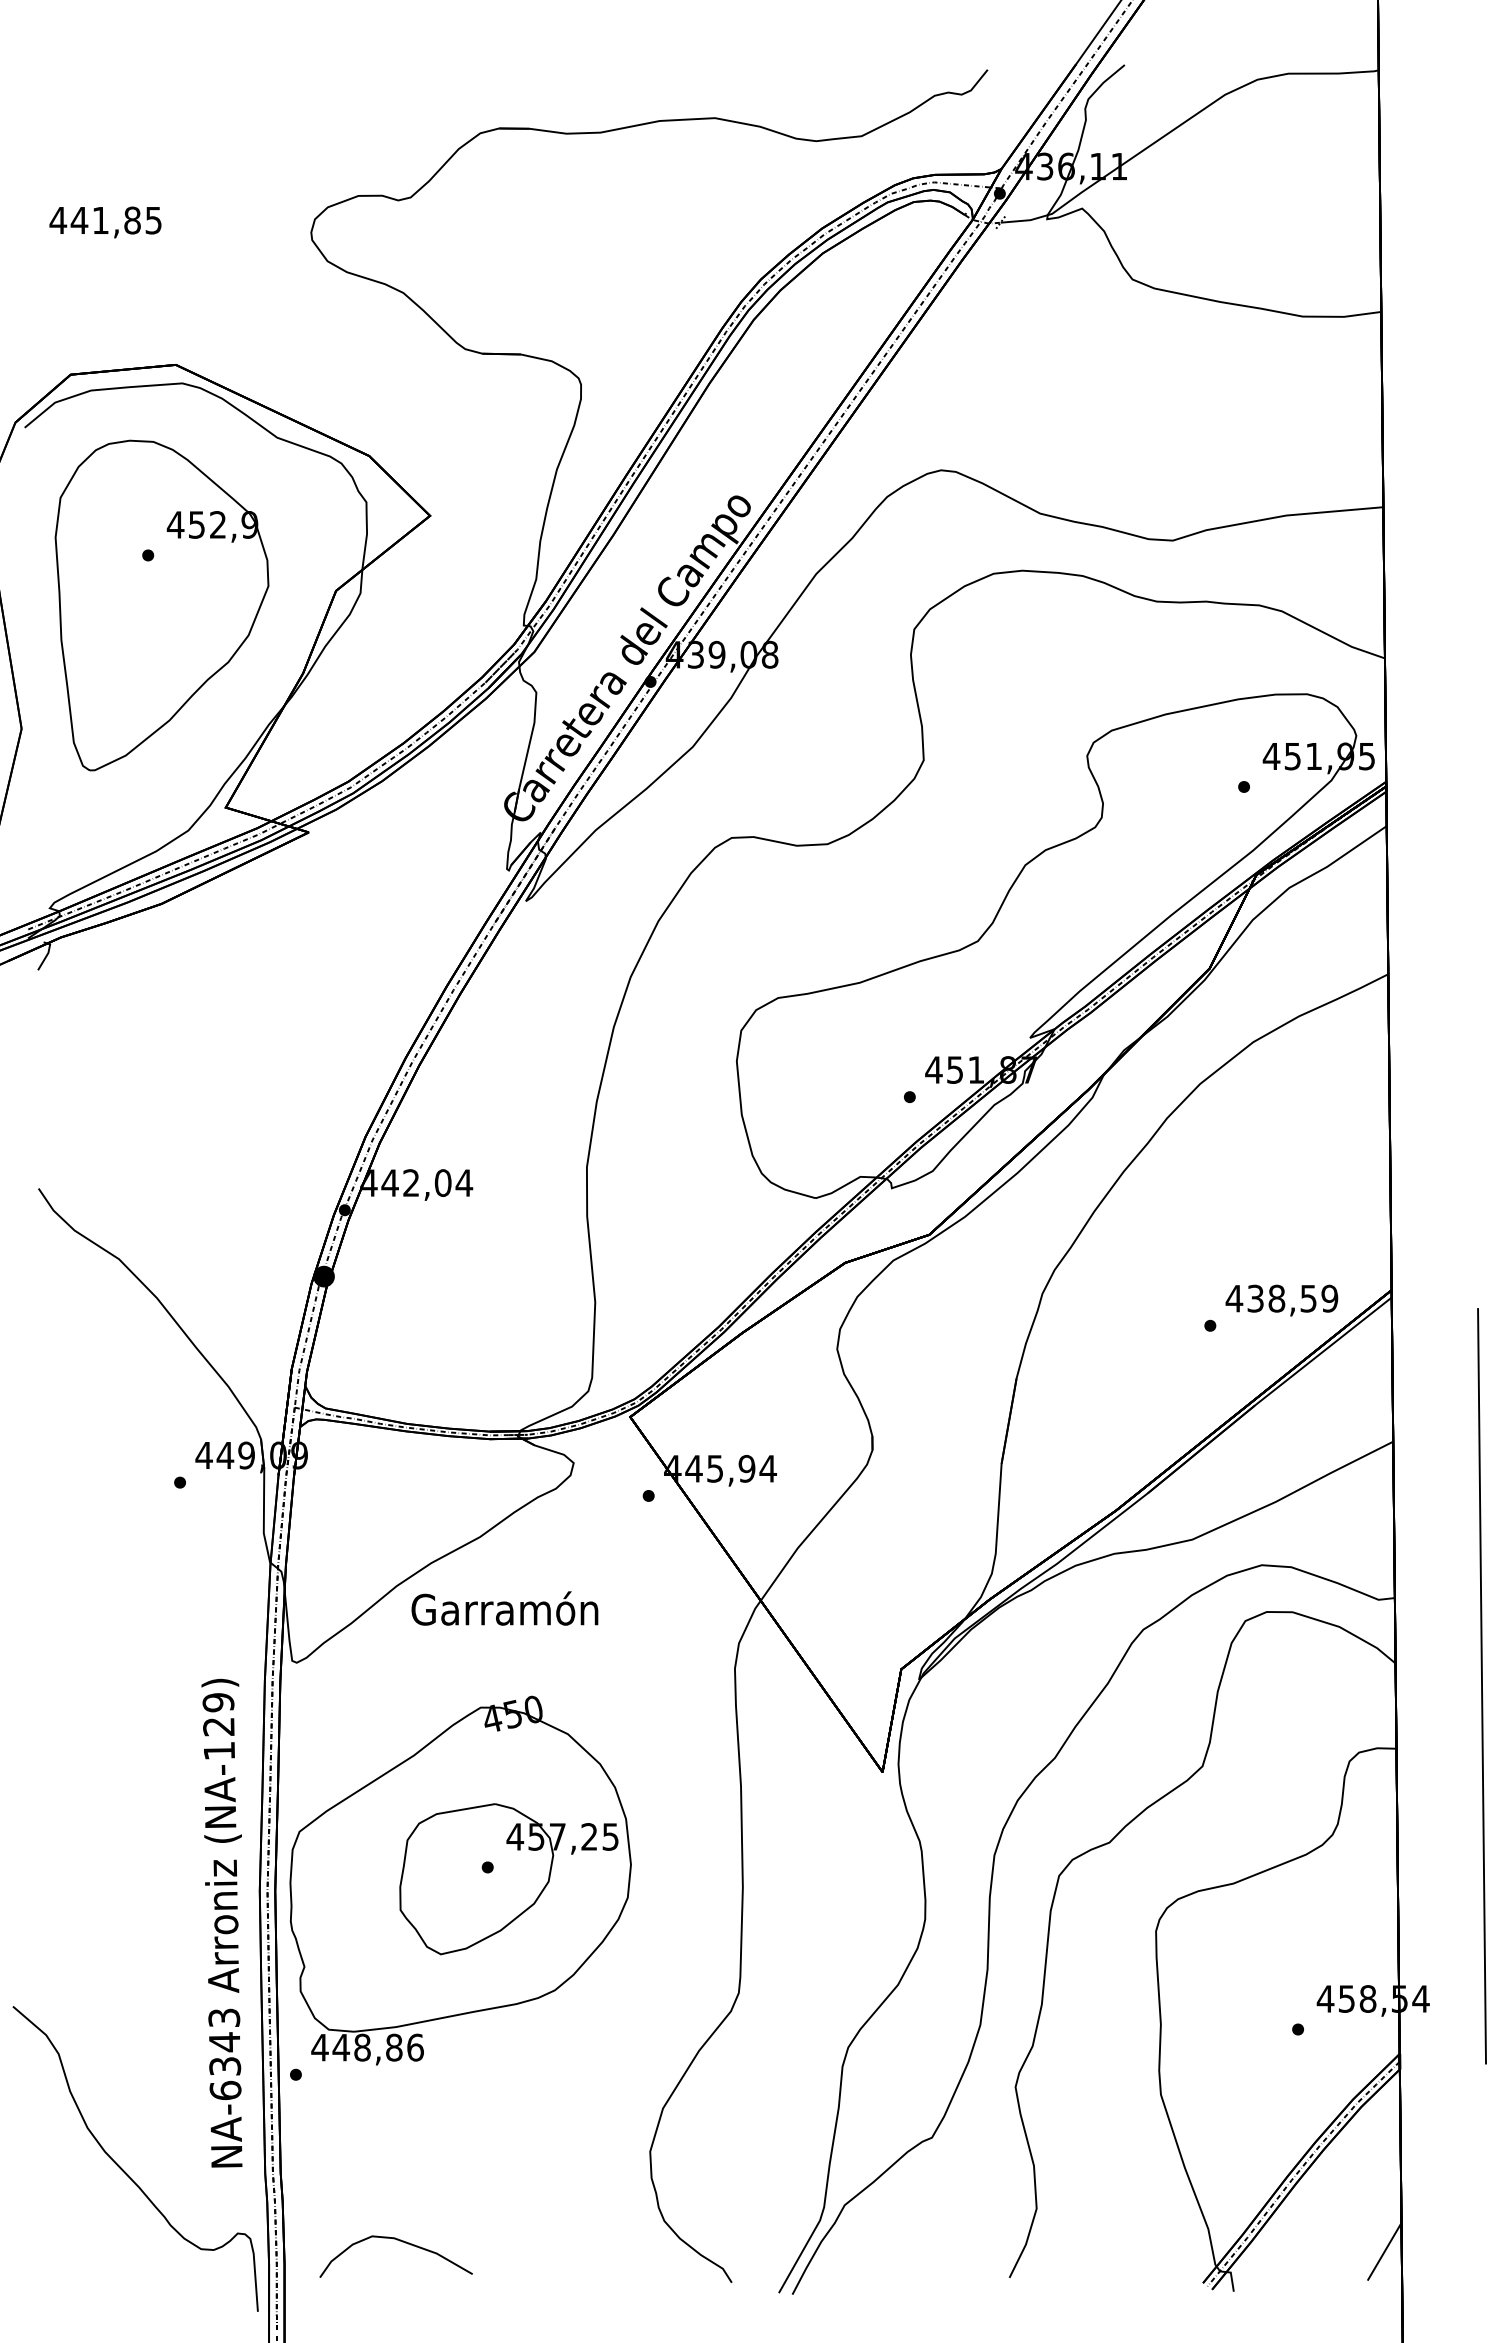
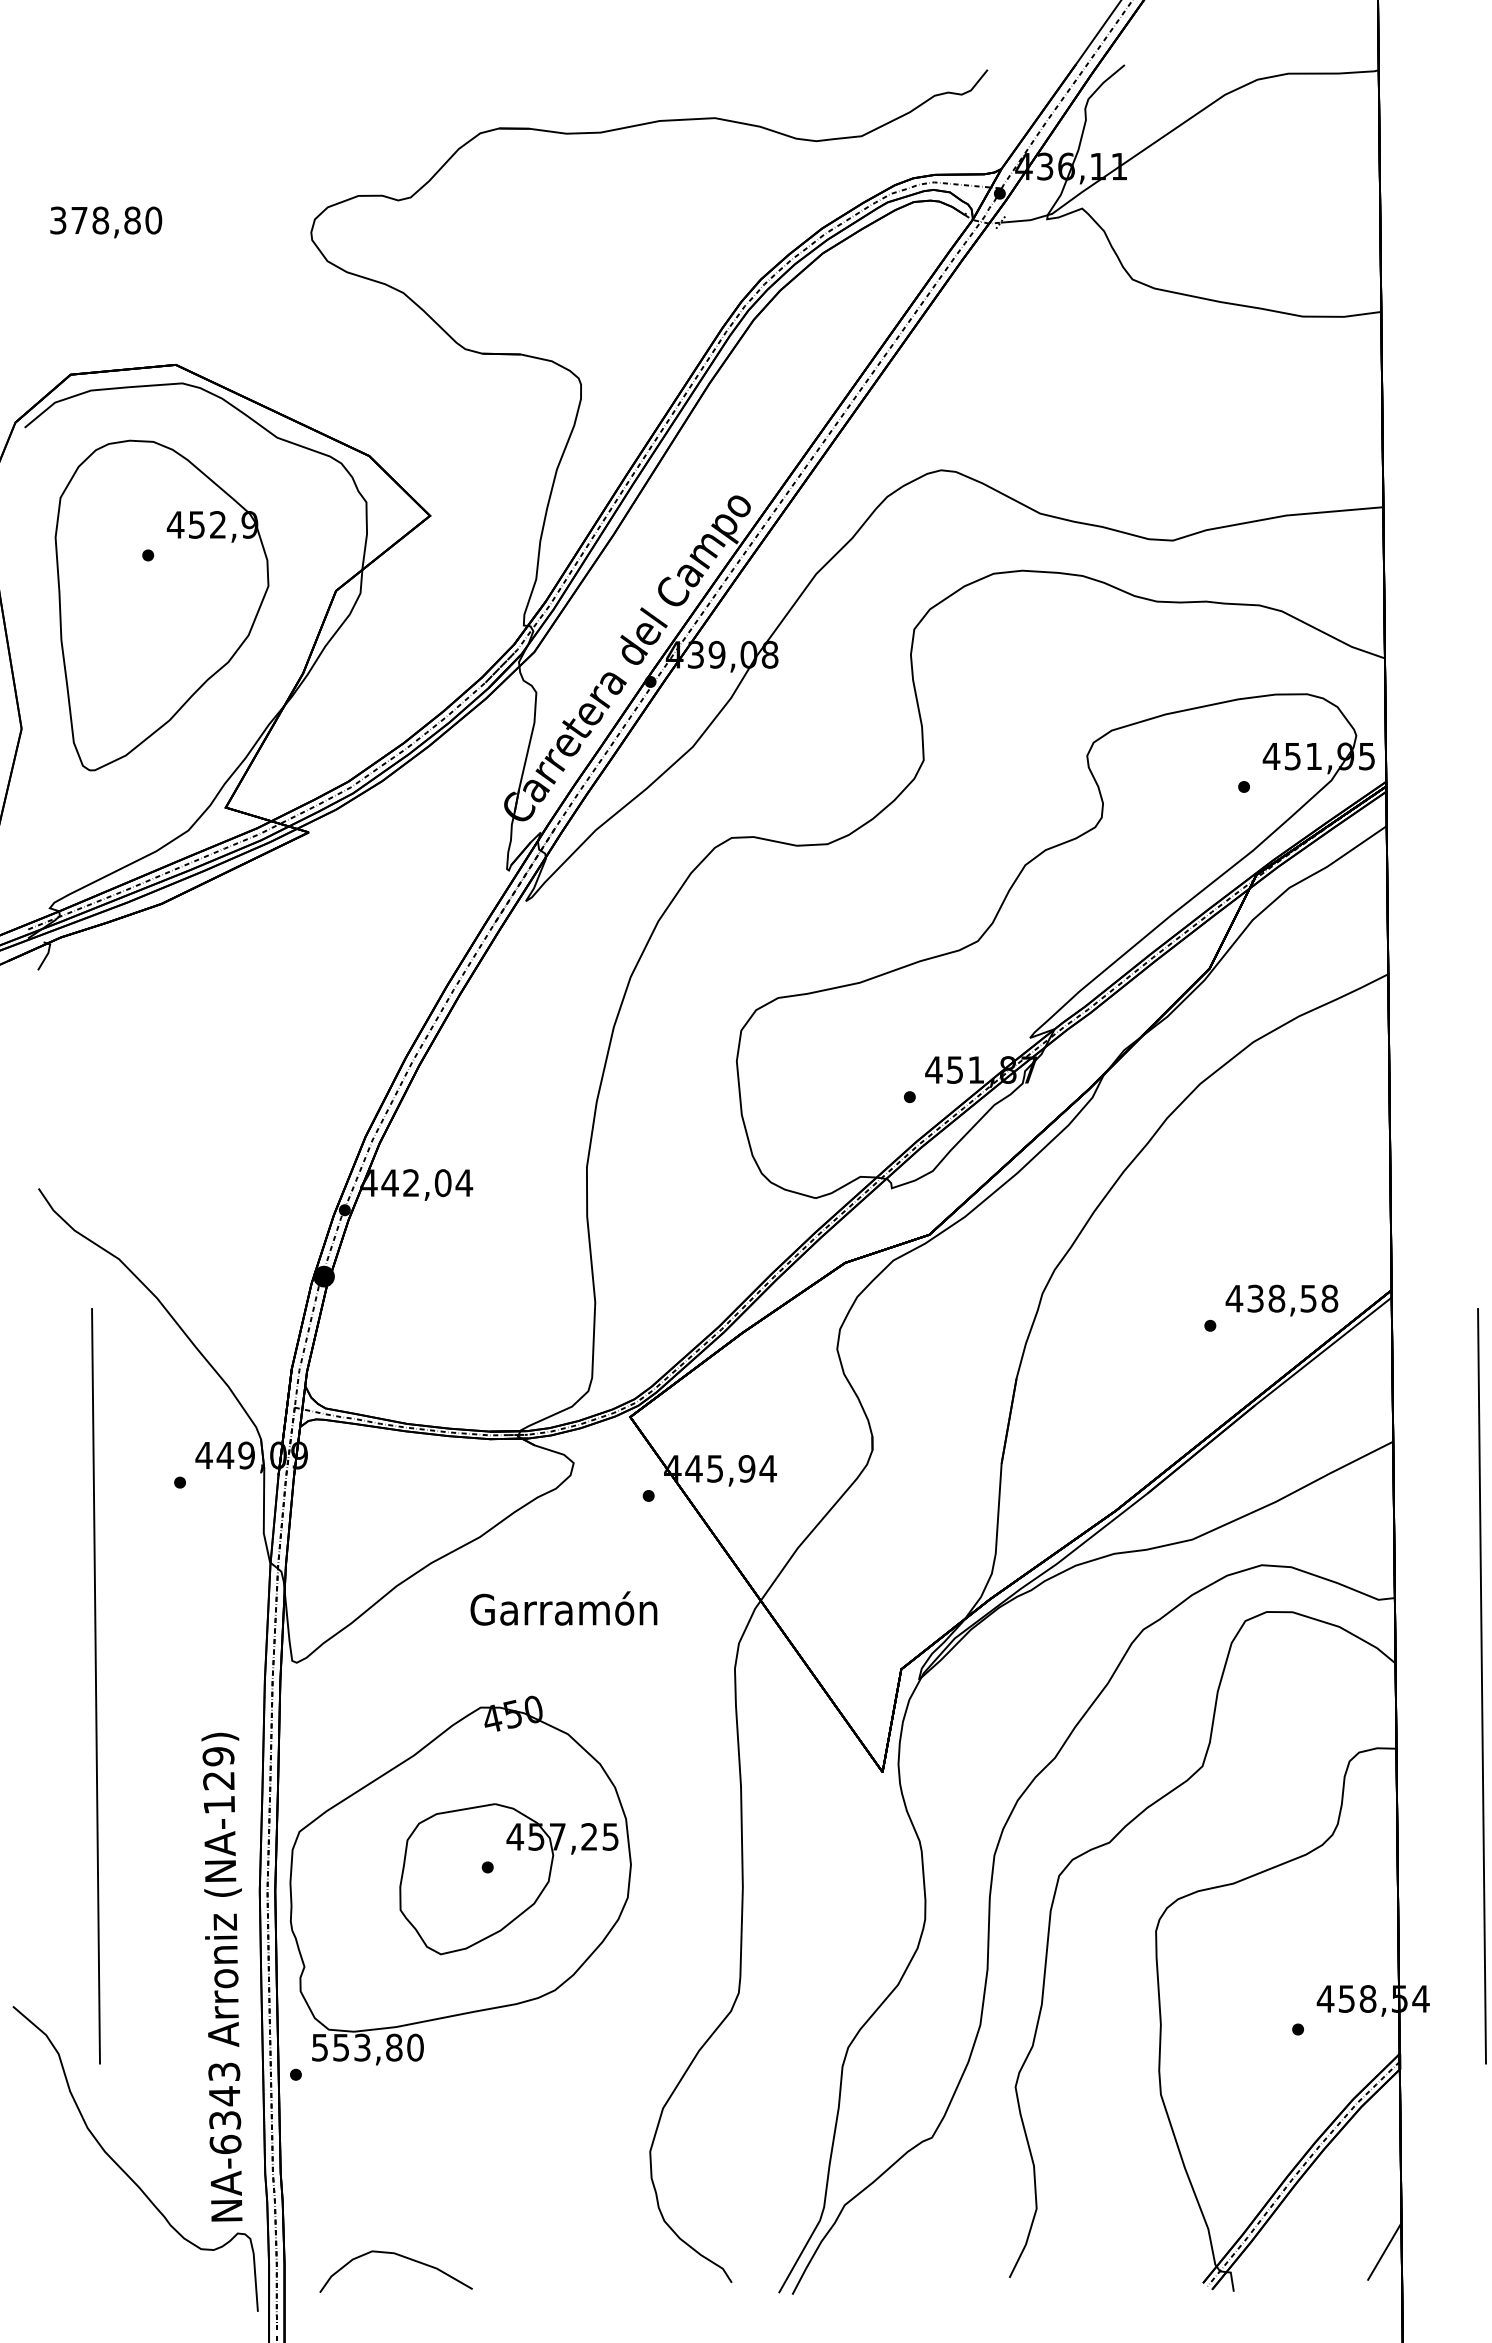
text at (105, 220): 441,85 -> 378,80
text at (1329, 1298): 438,59 -> 438,58
text at (504, 1608) position: (504, 1608) -> (563, 1608)
line at (95, 1686): none -> present
text at (221, 1922) position: (221, 1922) -> (221, 1976)
text at (367, 2047): 448,86 -> 553,80
curve at (399, 2241) position: (399, 2241) -> (399, 2256)
